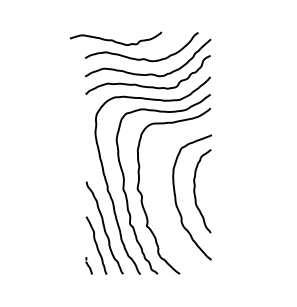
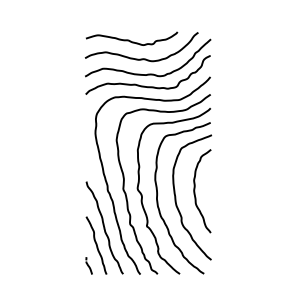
curve at (114, 40) position: (114, 40) -> (130, 40)
curve at (158, 200): none -> present
